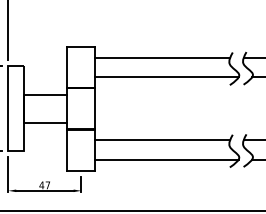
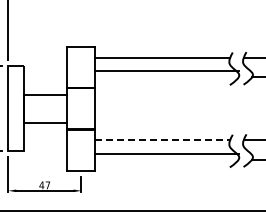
line at (166, 77) position: (166, 77) -> (166, 71)
line at (163, 139): solid -> dashed
line at (166, 159) position: (166, 159) -> (166, 153)
